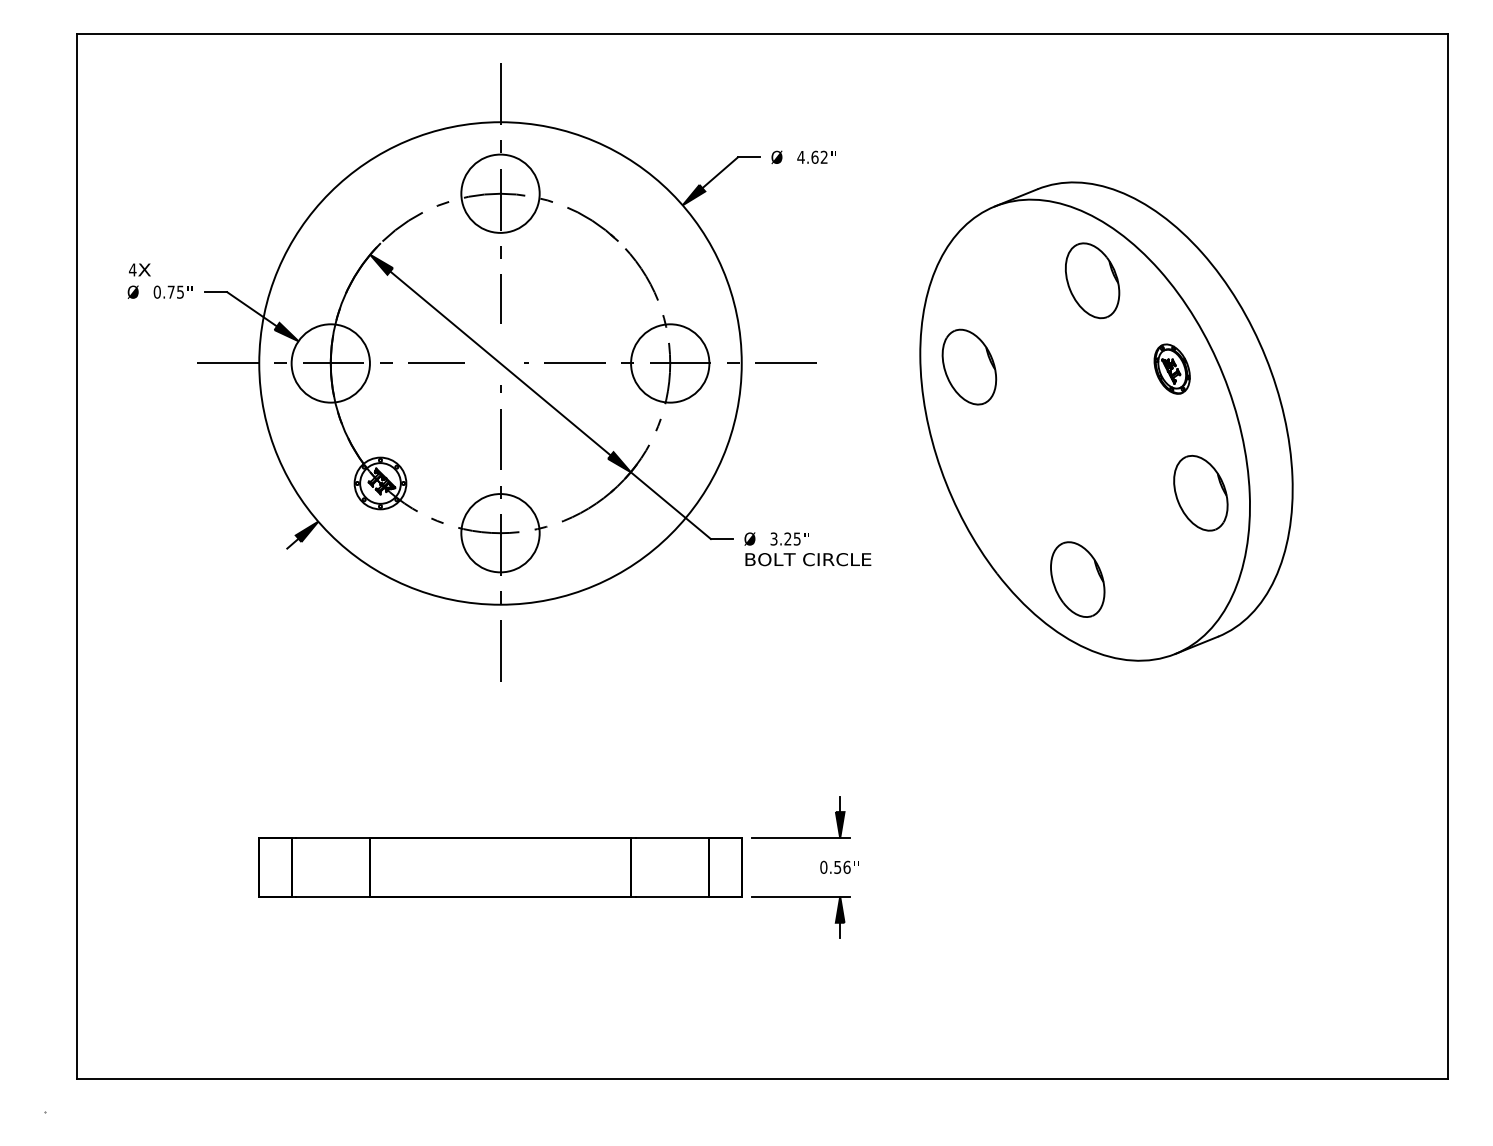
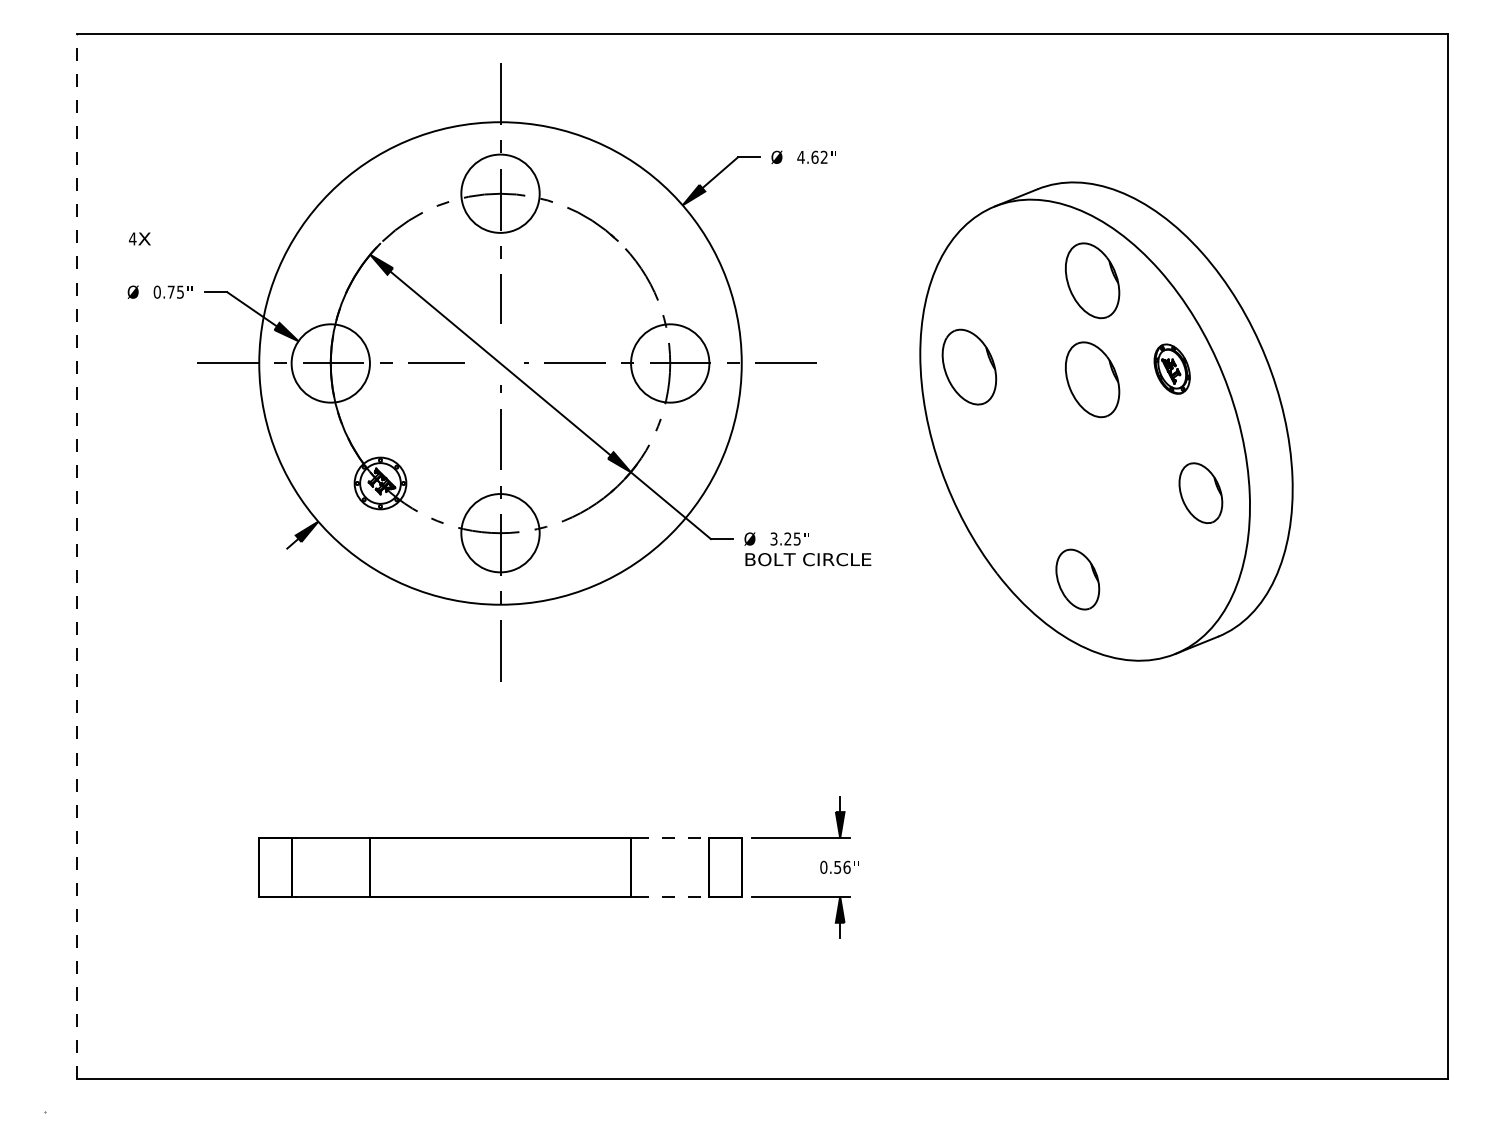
text at (139, 269) position: (139, 269) -> (139, 238)
part at (1092, 379): none -> present
part at (1200, 492) size: 56x78 px -> 46x62 px
line at (77, 556): solid -> dashed
part at (1077, 579) size: 56x77 px -> 46x63 px
line at (672, 838): solid -> dashed
line at (672, 896): solid -> dashed
